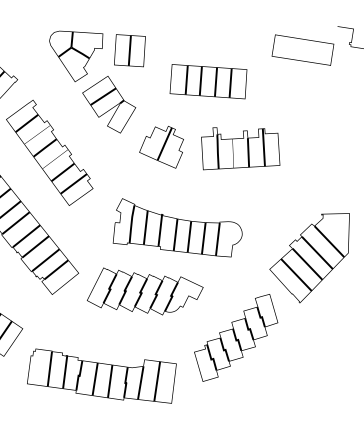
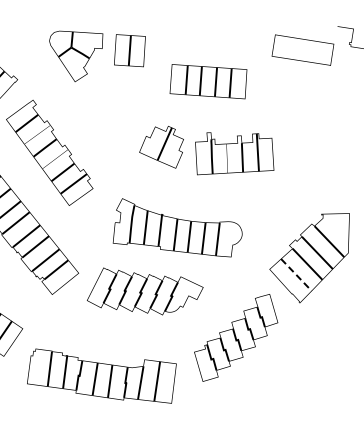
part at (109, 104): present -> none
part at (240, 148) position: (240, 148) -> (234, 153)
line at (296, 275): solid -> dashed
